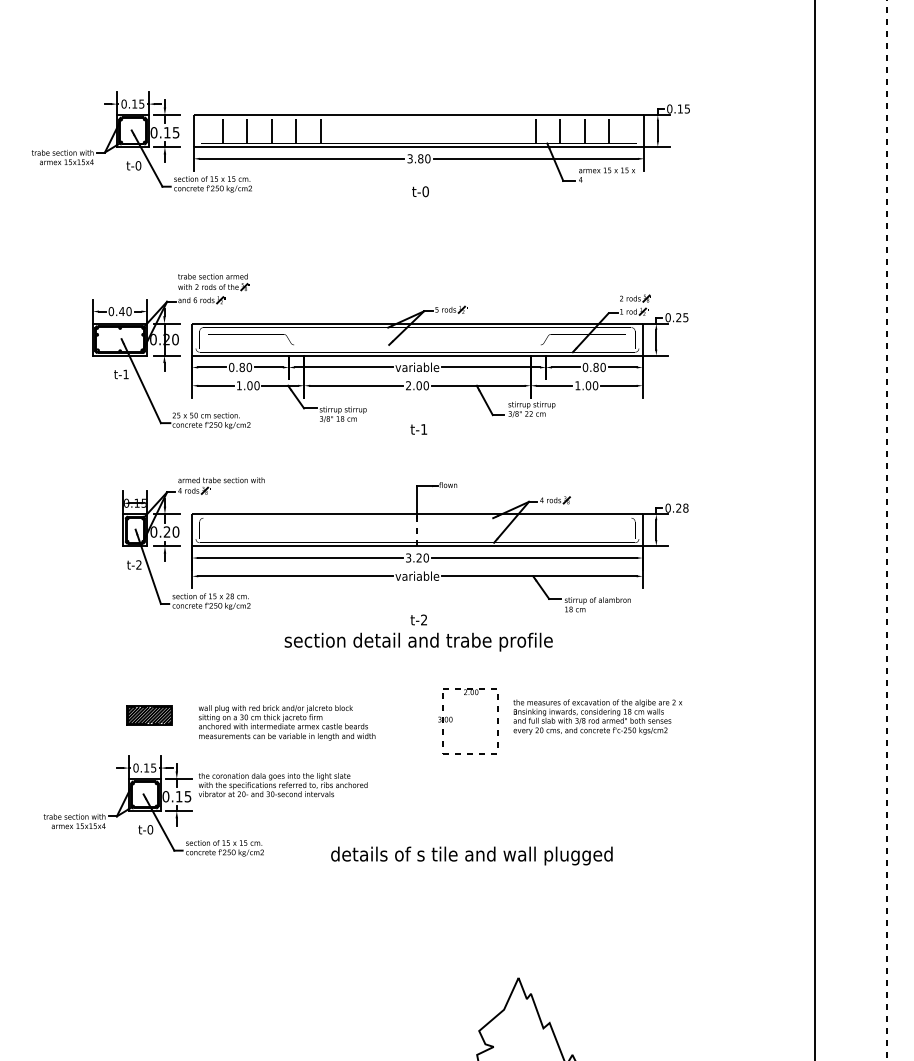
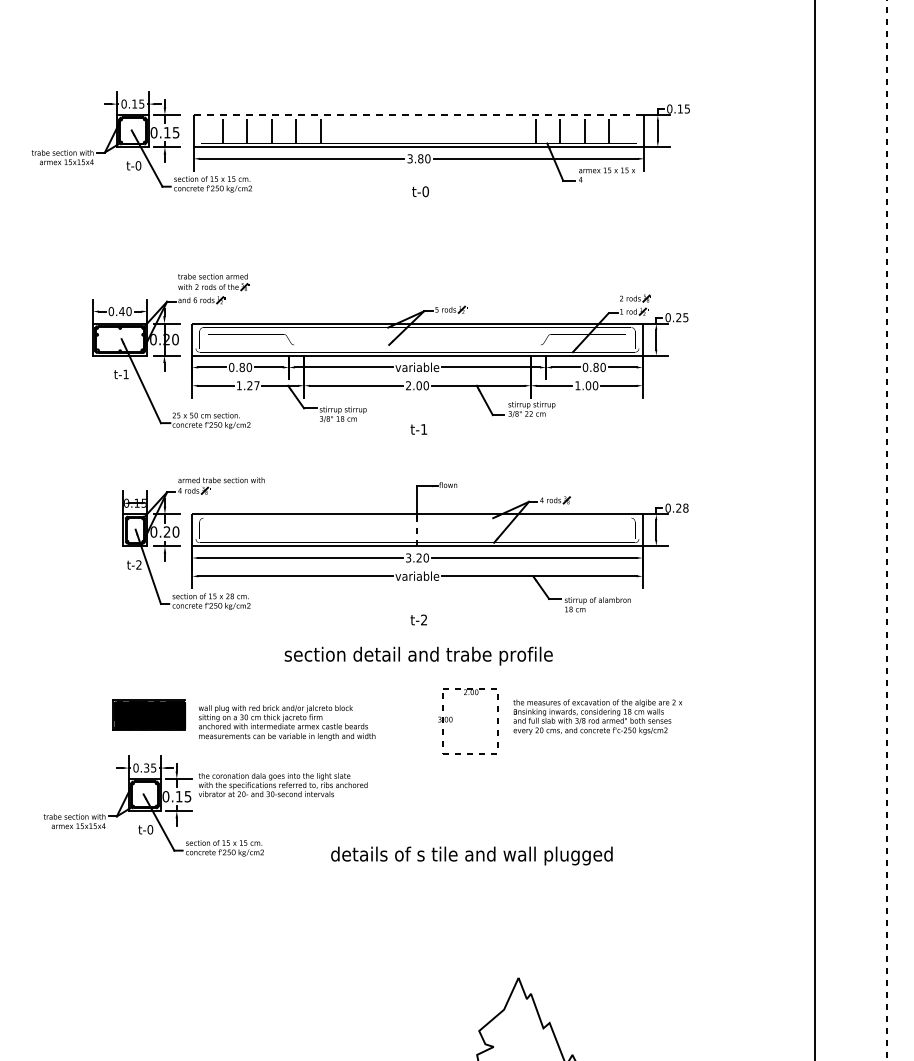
line at (419, 115): solid -> dashed
text at (253, 385): 1.00 -> 1.27
text at (418, 641) position: (418, 641) -> (418, 655)
part at (149, 715) size: 47x21 px -> 74x32 px
text at (146, 767): 0.15 -> 0.35
